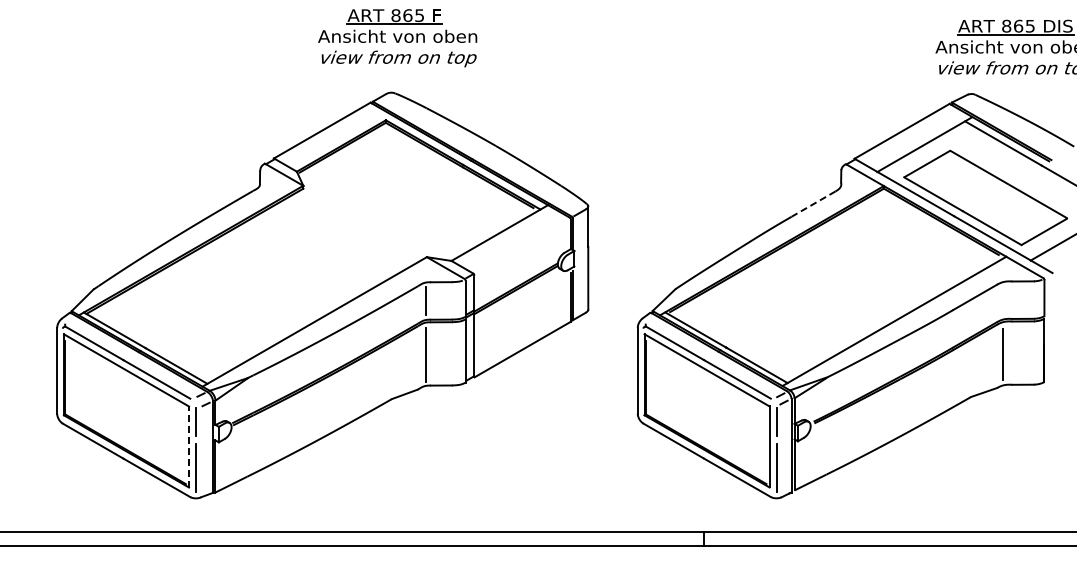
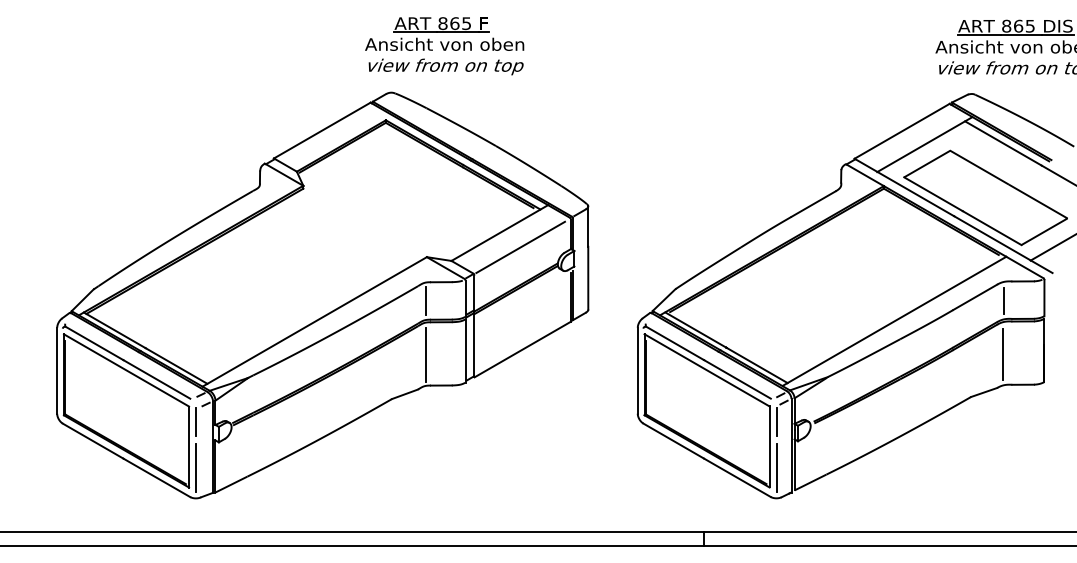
part at (397, 38) position: (397, 38) -> (444, 46)
line at (813, 204): dashed -> solid
line at (520, 246): none -> present
line at (1004, 300): none -> present
line at (189, 447): dashed -> solid
